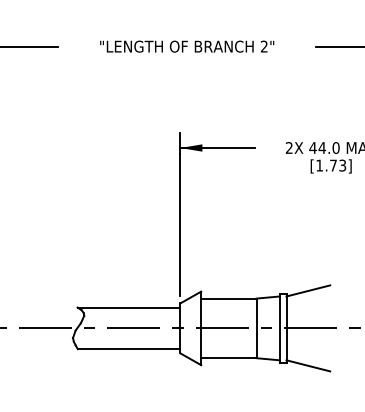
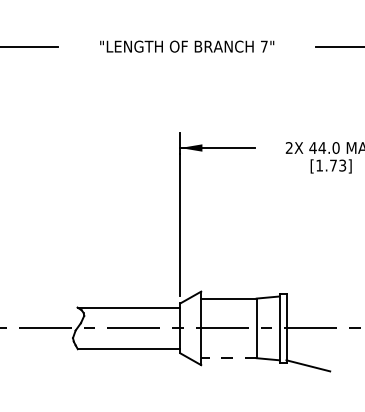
text at (263, 46): 2" -> 7"
line at (308, 290): present -> none
line at (228, 358): solid -> dashed
